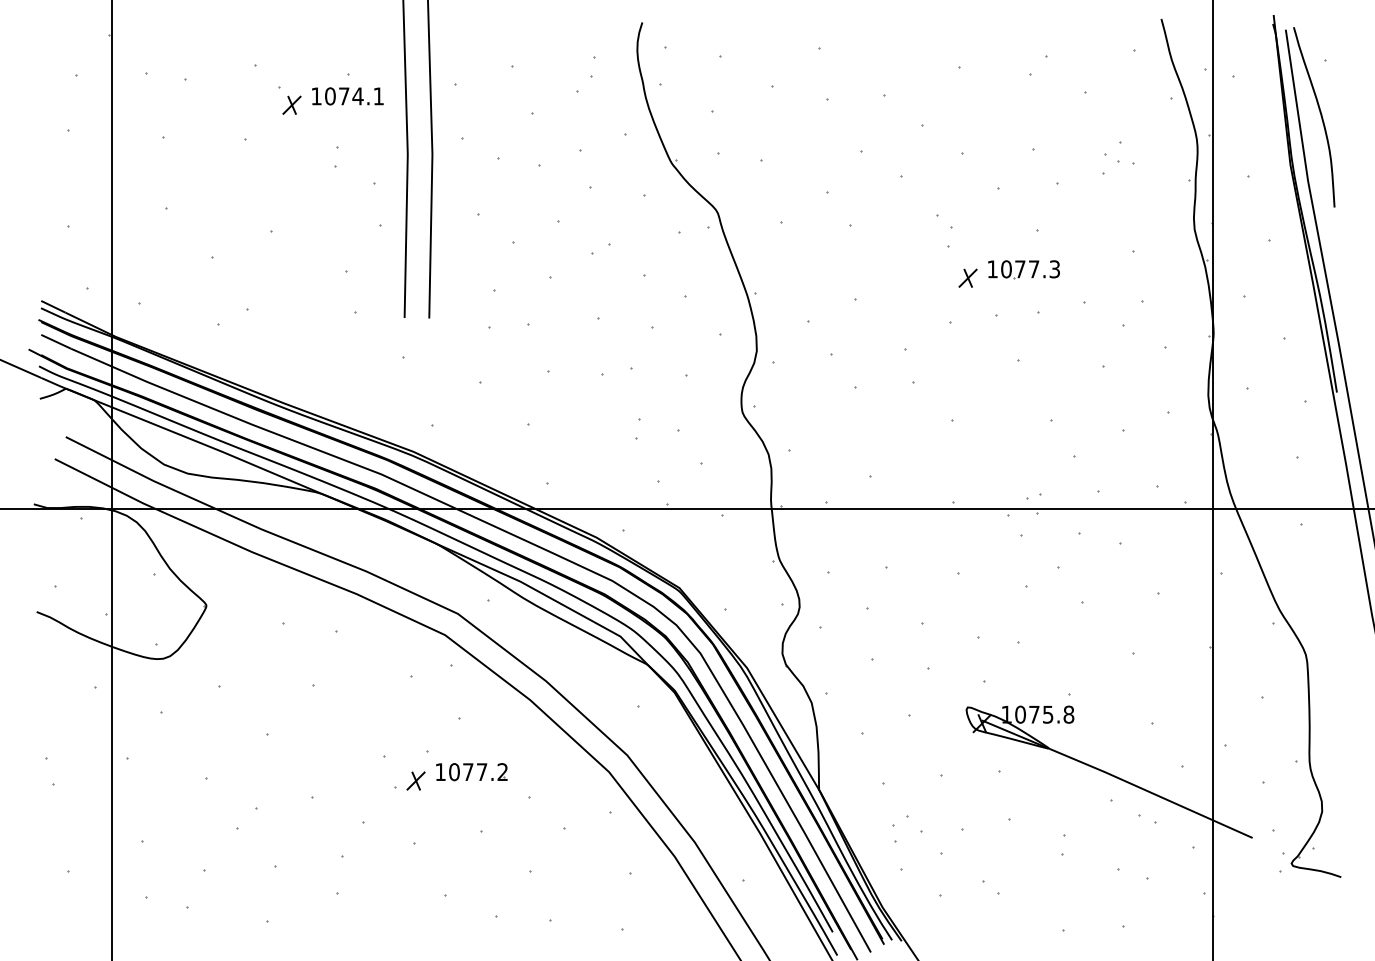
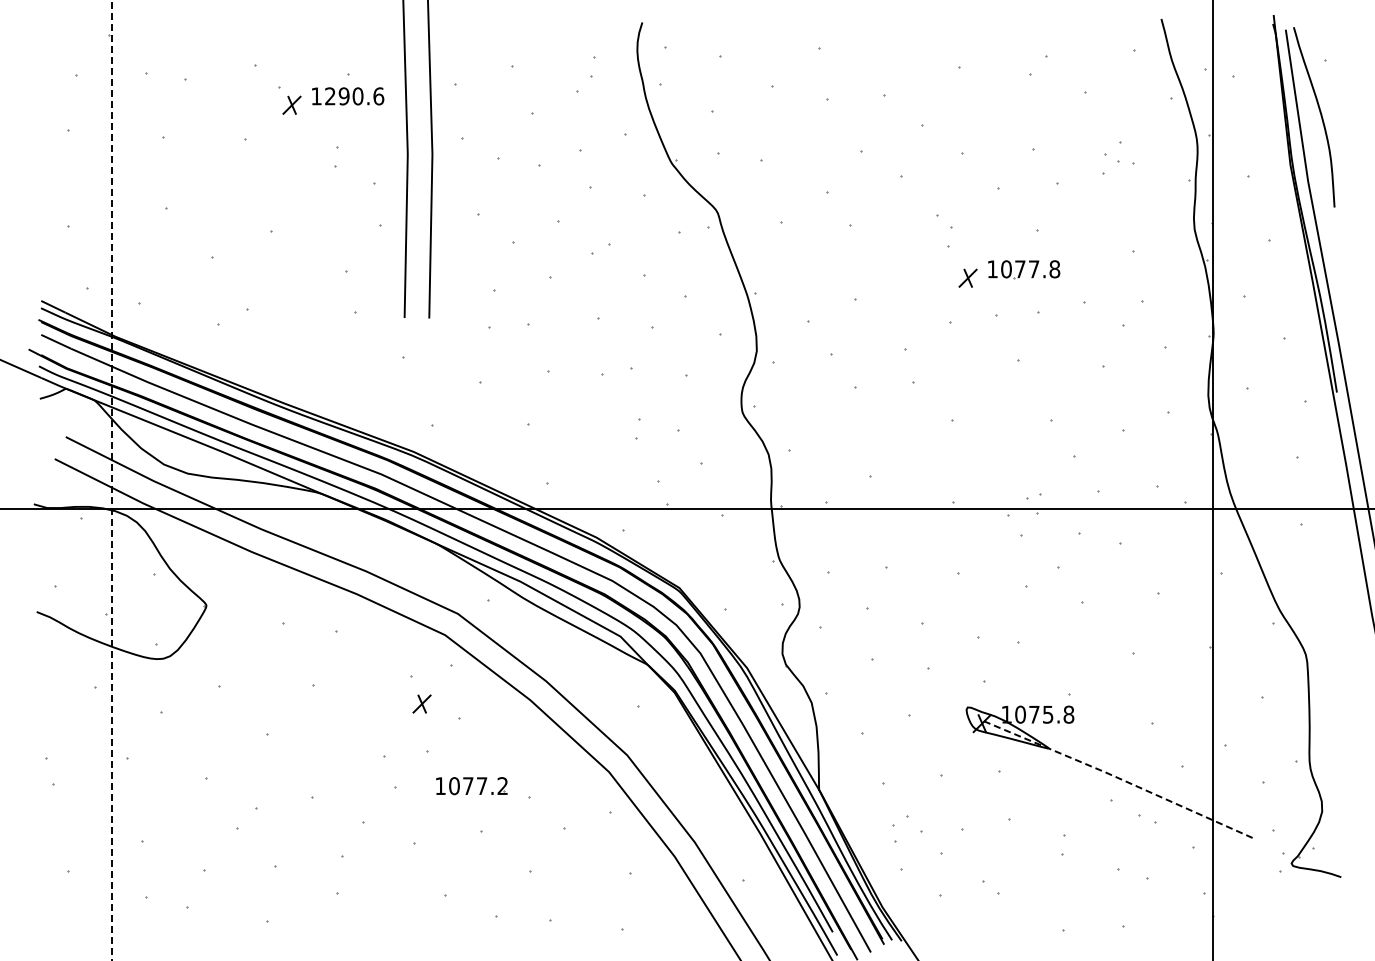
text at (354, 96): 1074.1 -> 1290.6
text at (1054, 269): 1077.3 -> 1077.8
line at (111, 480): solid -> dashed
part at (471, 772) position: (471, 772) -> (471, 786)
line at (1117, 777): solid -> dashed
part at (415, 780) position: (415, 780) -> (421, 703)
